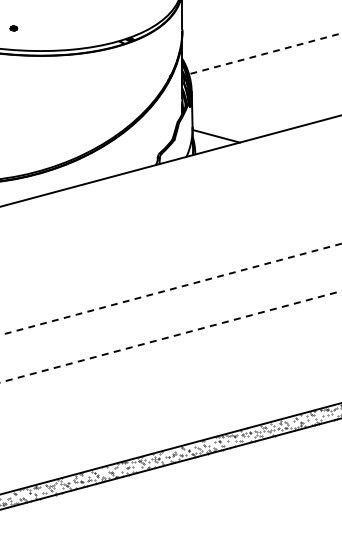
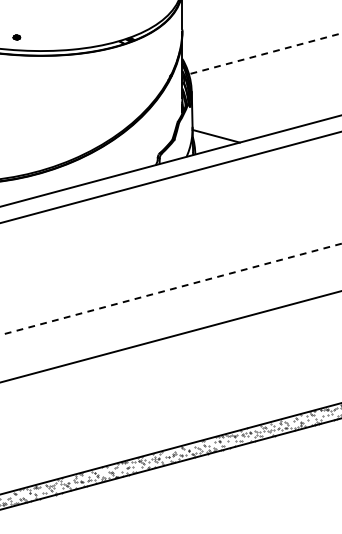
part at (13, 28) position: (13, 28) -> (16, 37)
line at (170, 177): none -> present
line at (171, 336): dashed -> solid
